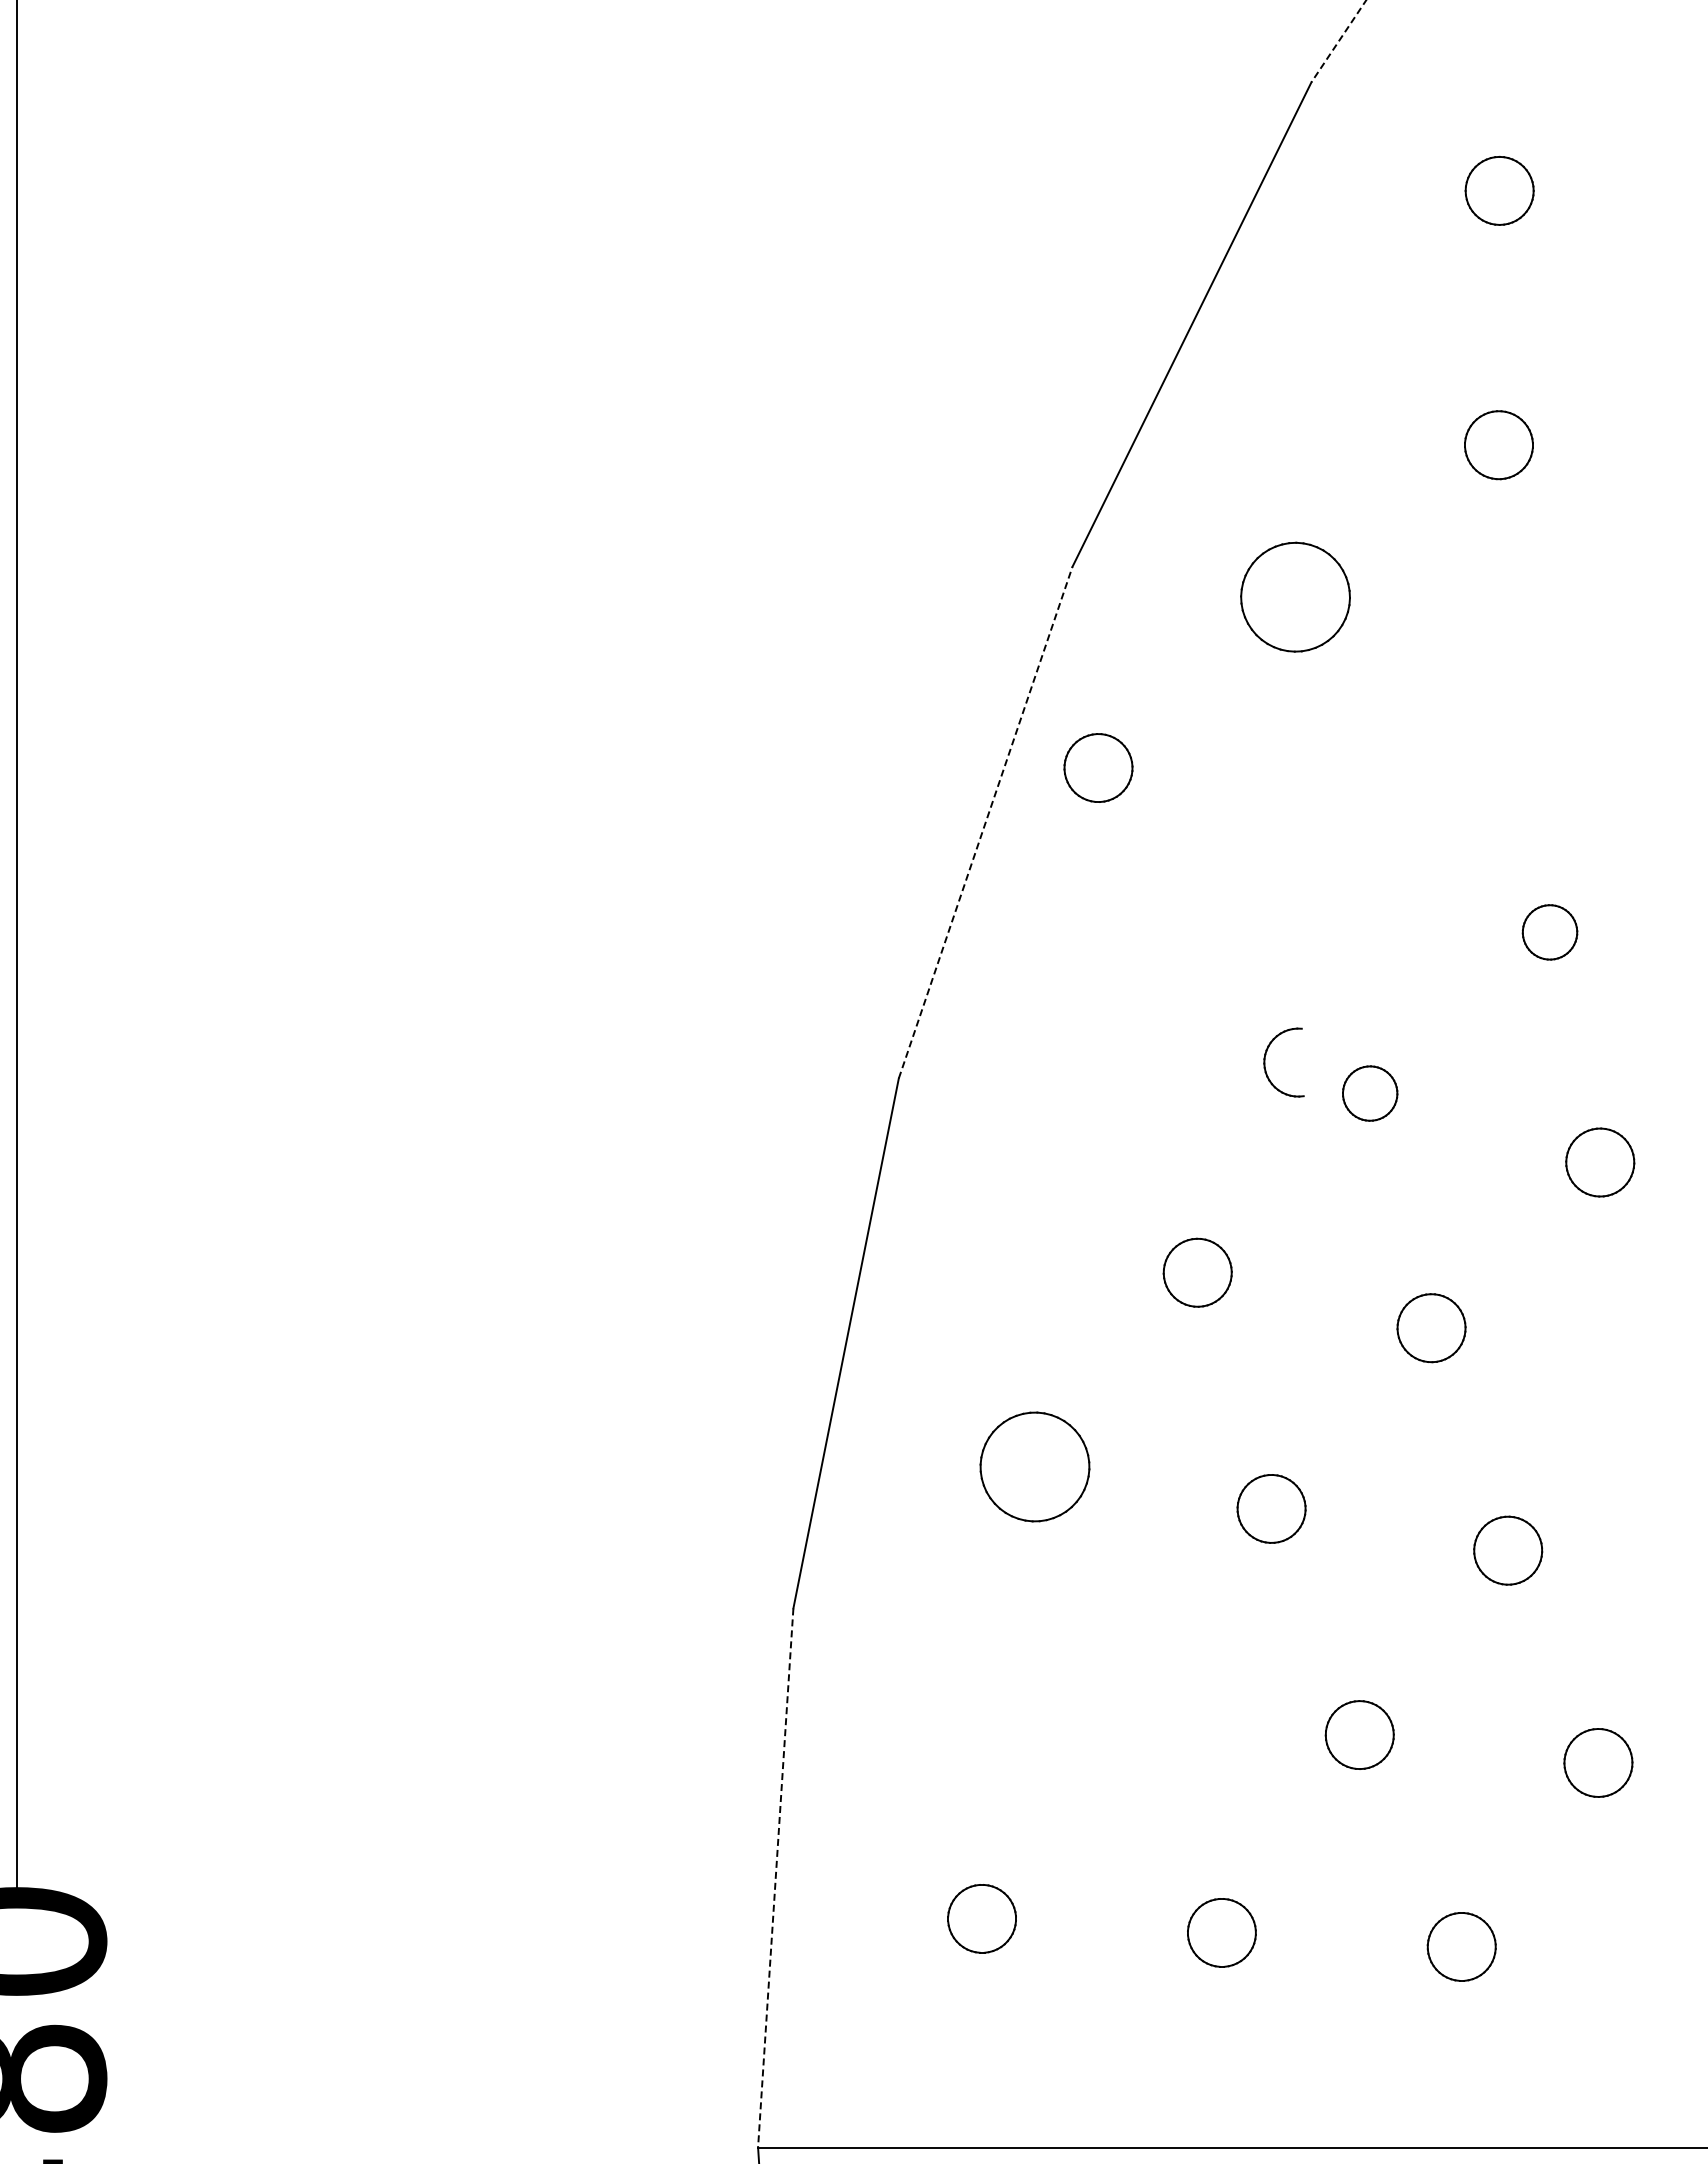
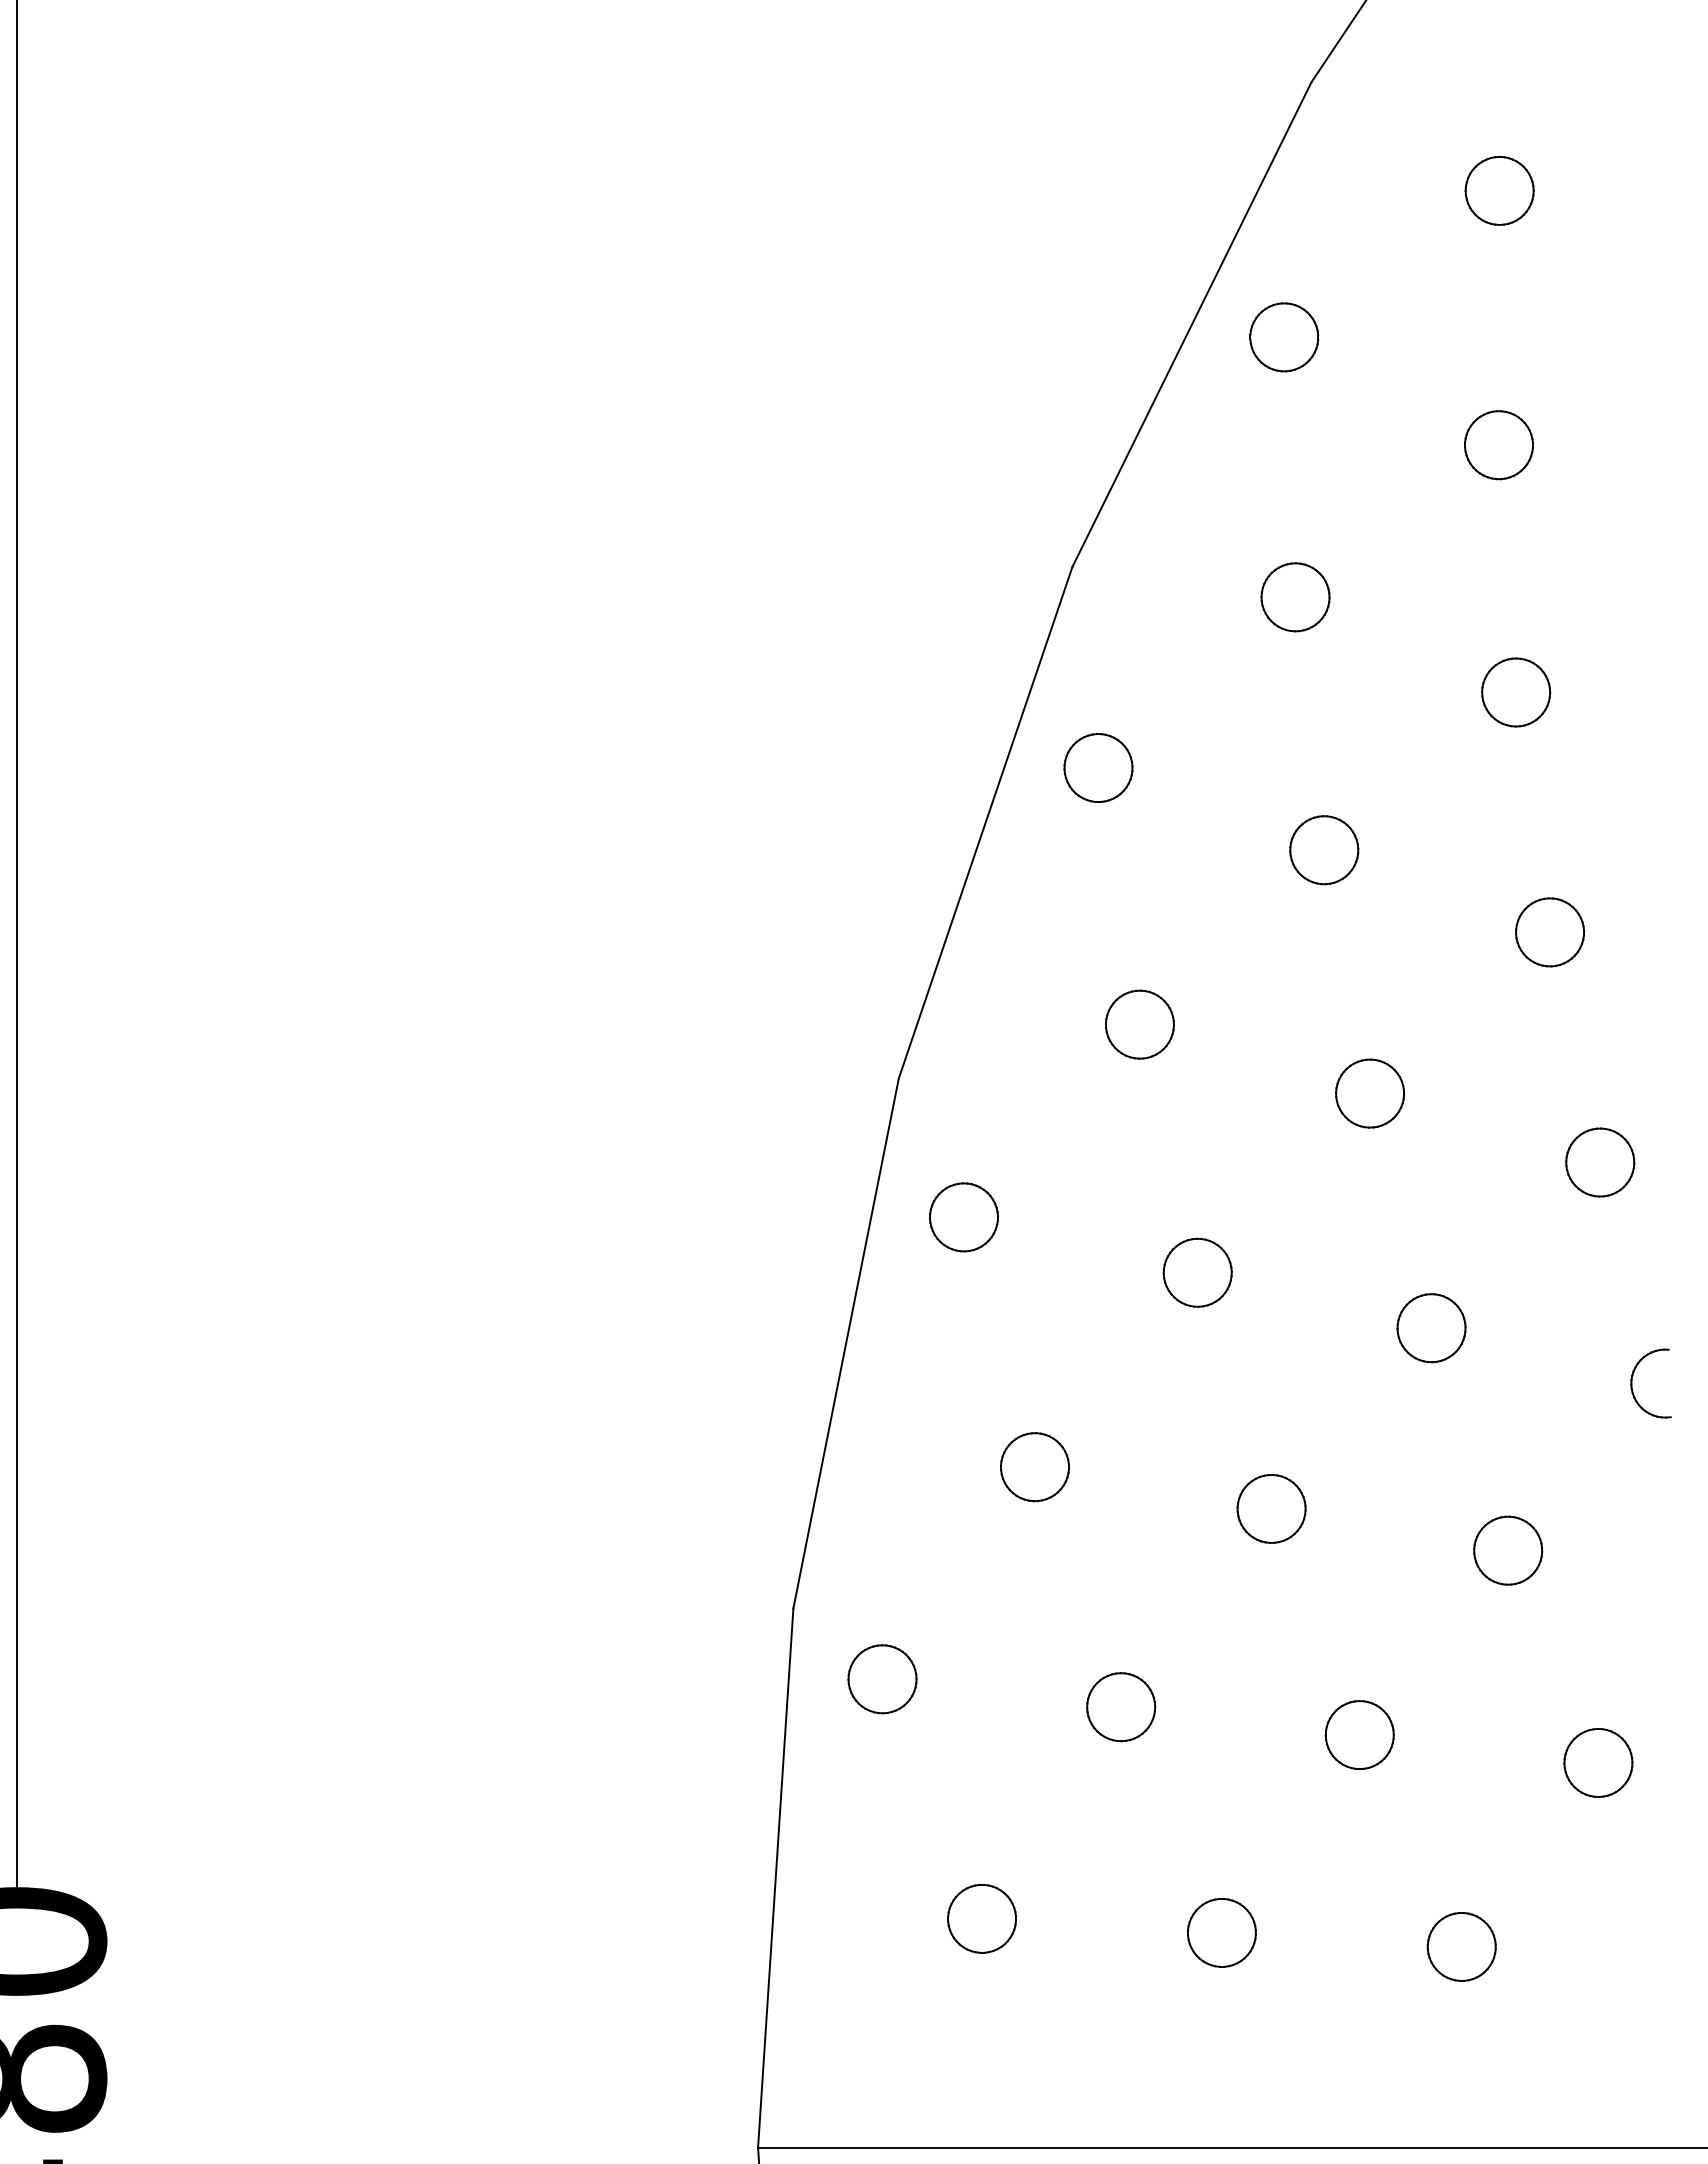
line at (1338, 41): dashed -> solid
part at (1284, 337): none -> present
part at (1295, 596) size: 111x112 px -> 71x71 px
part at (1516, 692): none -> present
line at (985, 822): dashed -> solid
part at (1324, 850): none -> present
part at (1549, 932) size: 58x57 px -> 70x71 px
part at (1139, 1024): none -> present
part at (1265, 1062) position: (1265, 1062) -> (1632, 1383)
part at (1370, 1093) size: 57x57 px -> 71x71 px
part at (963, 1217): none -> present
part at (1034, 1466) size: 112x112 px -> 70x71 px
part at (882, 1679): none -> present
part at (1121, 1707): none -> present
line at (775, 1878): dashed -> solid
